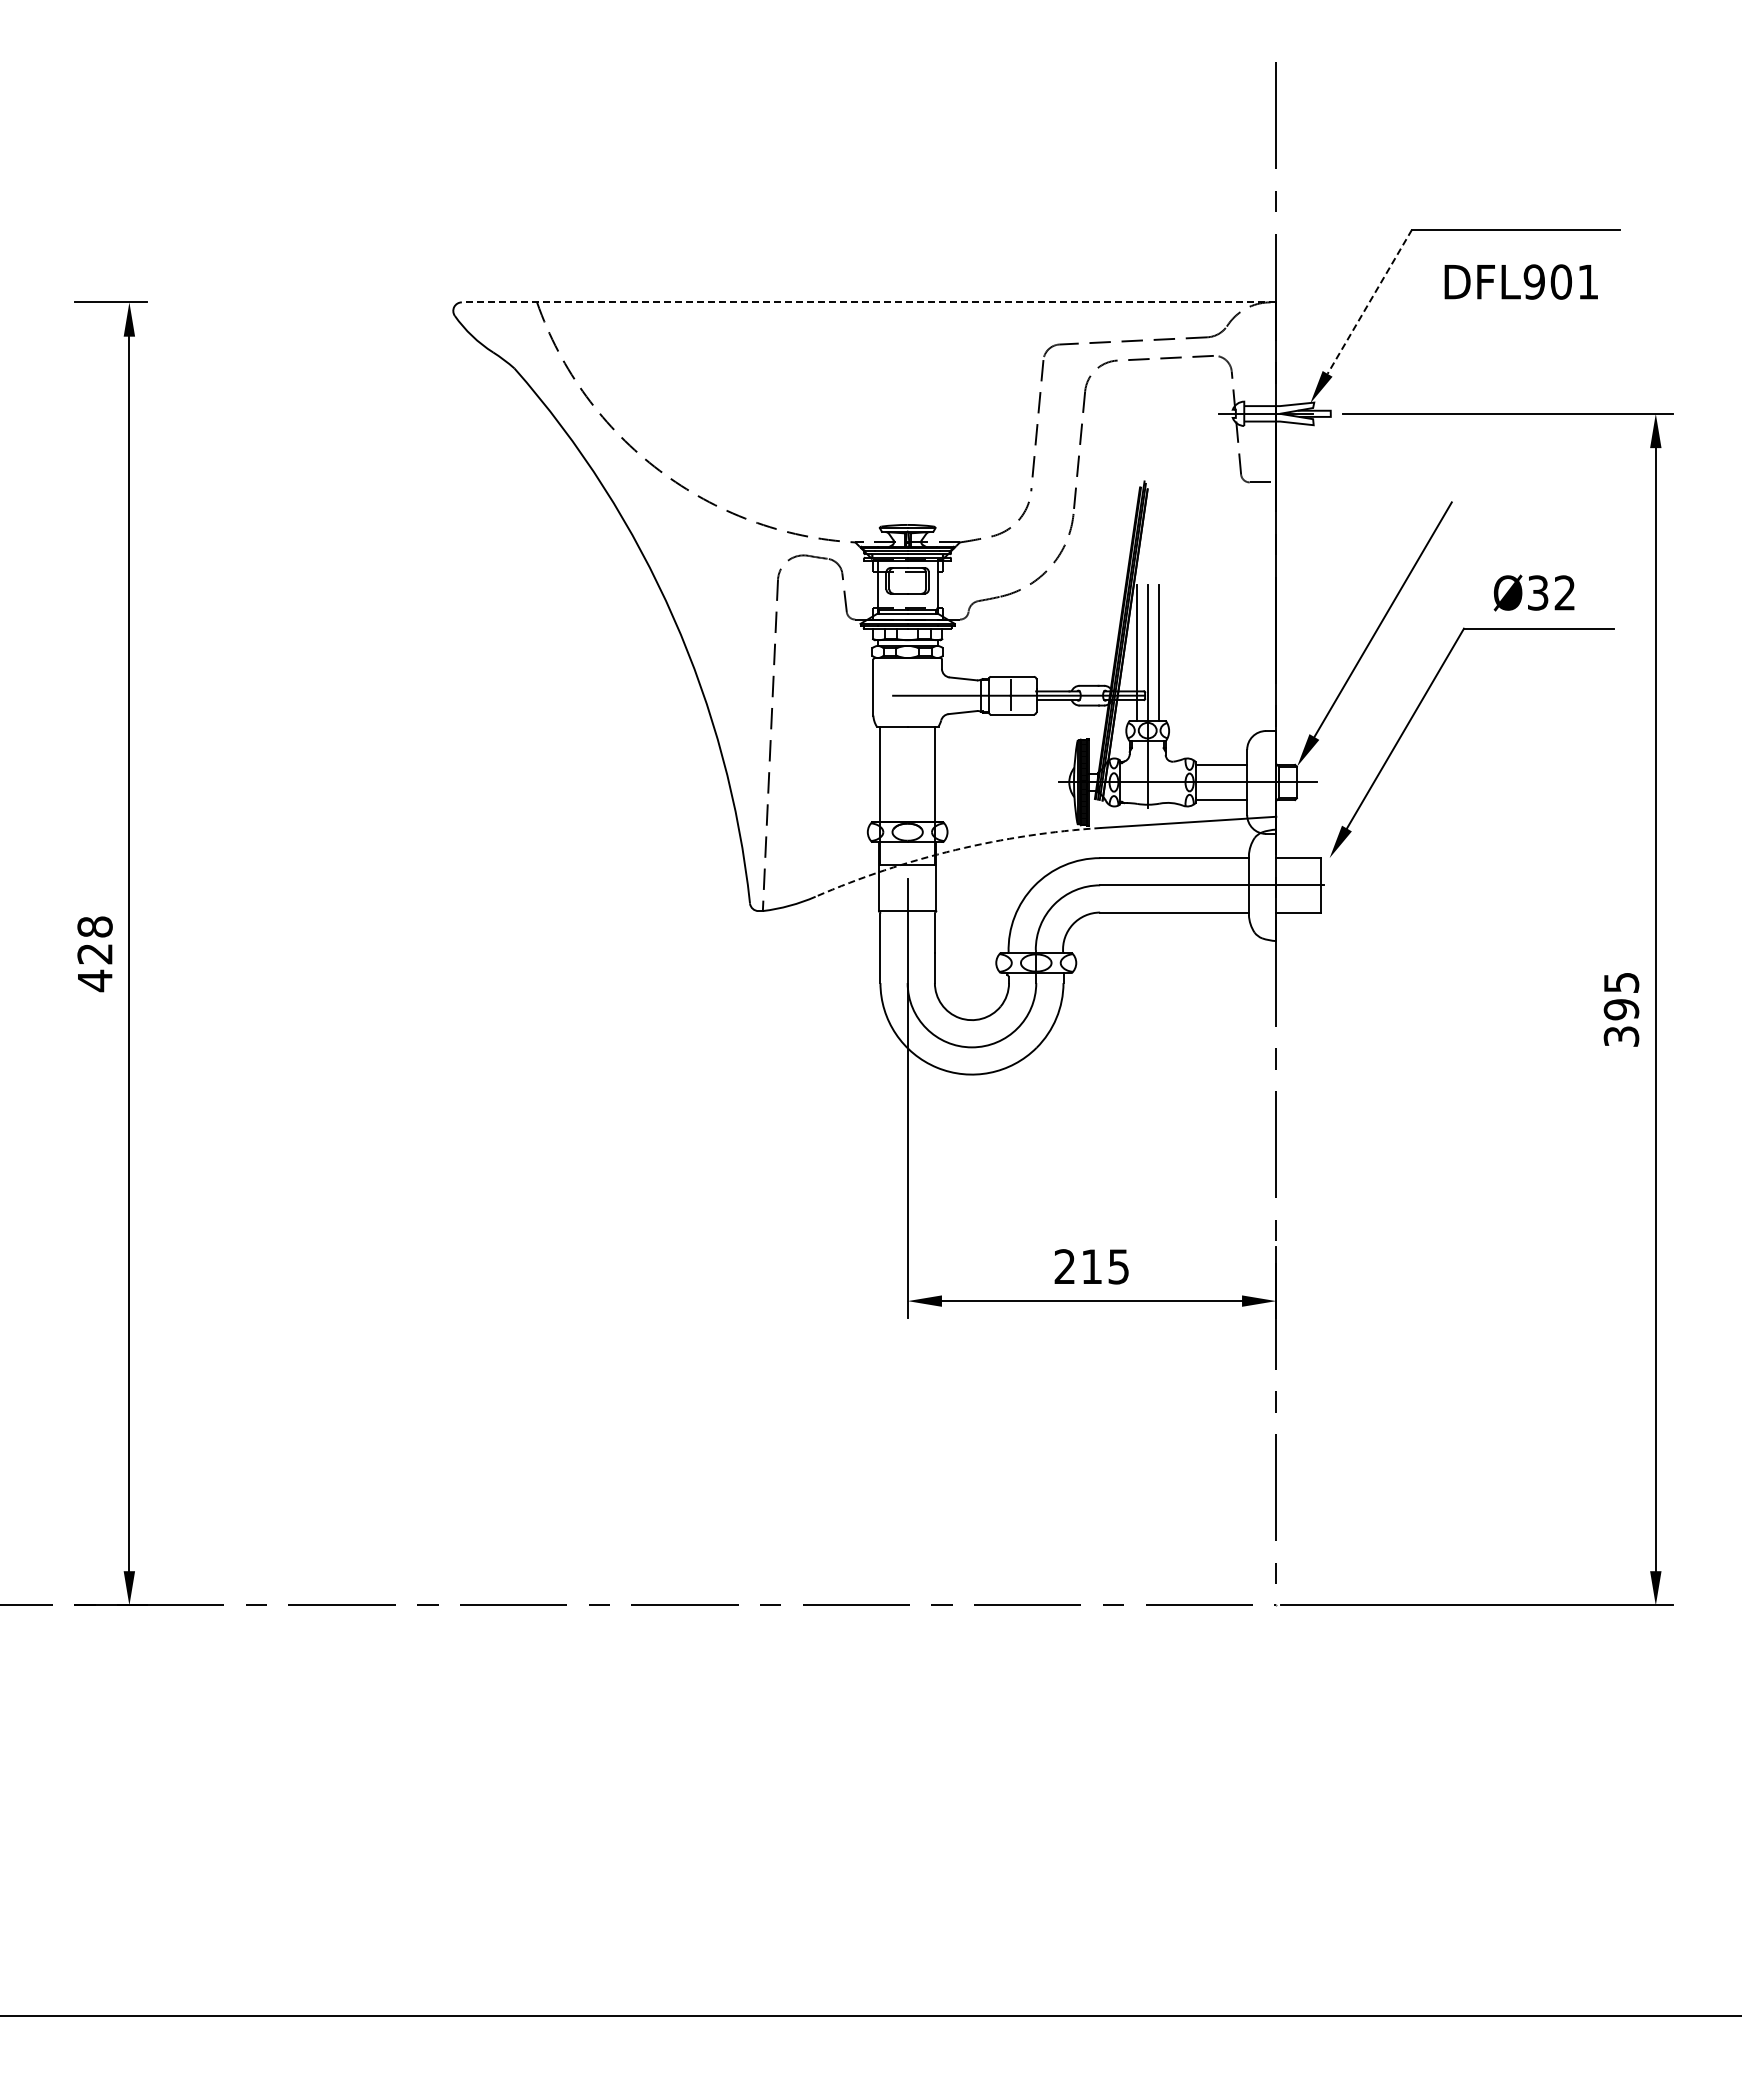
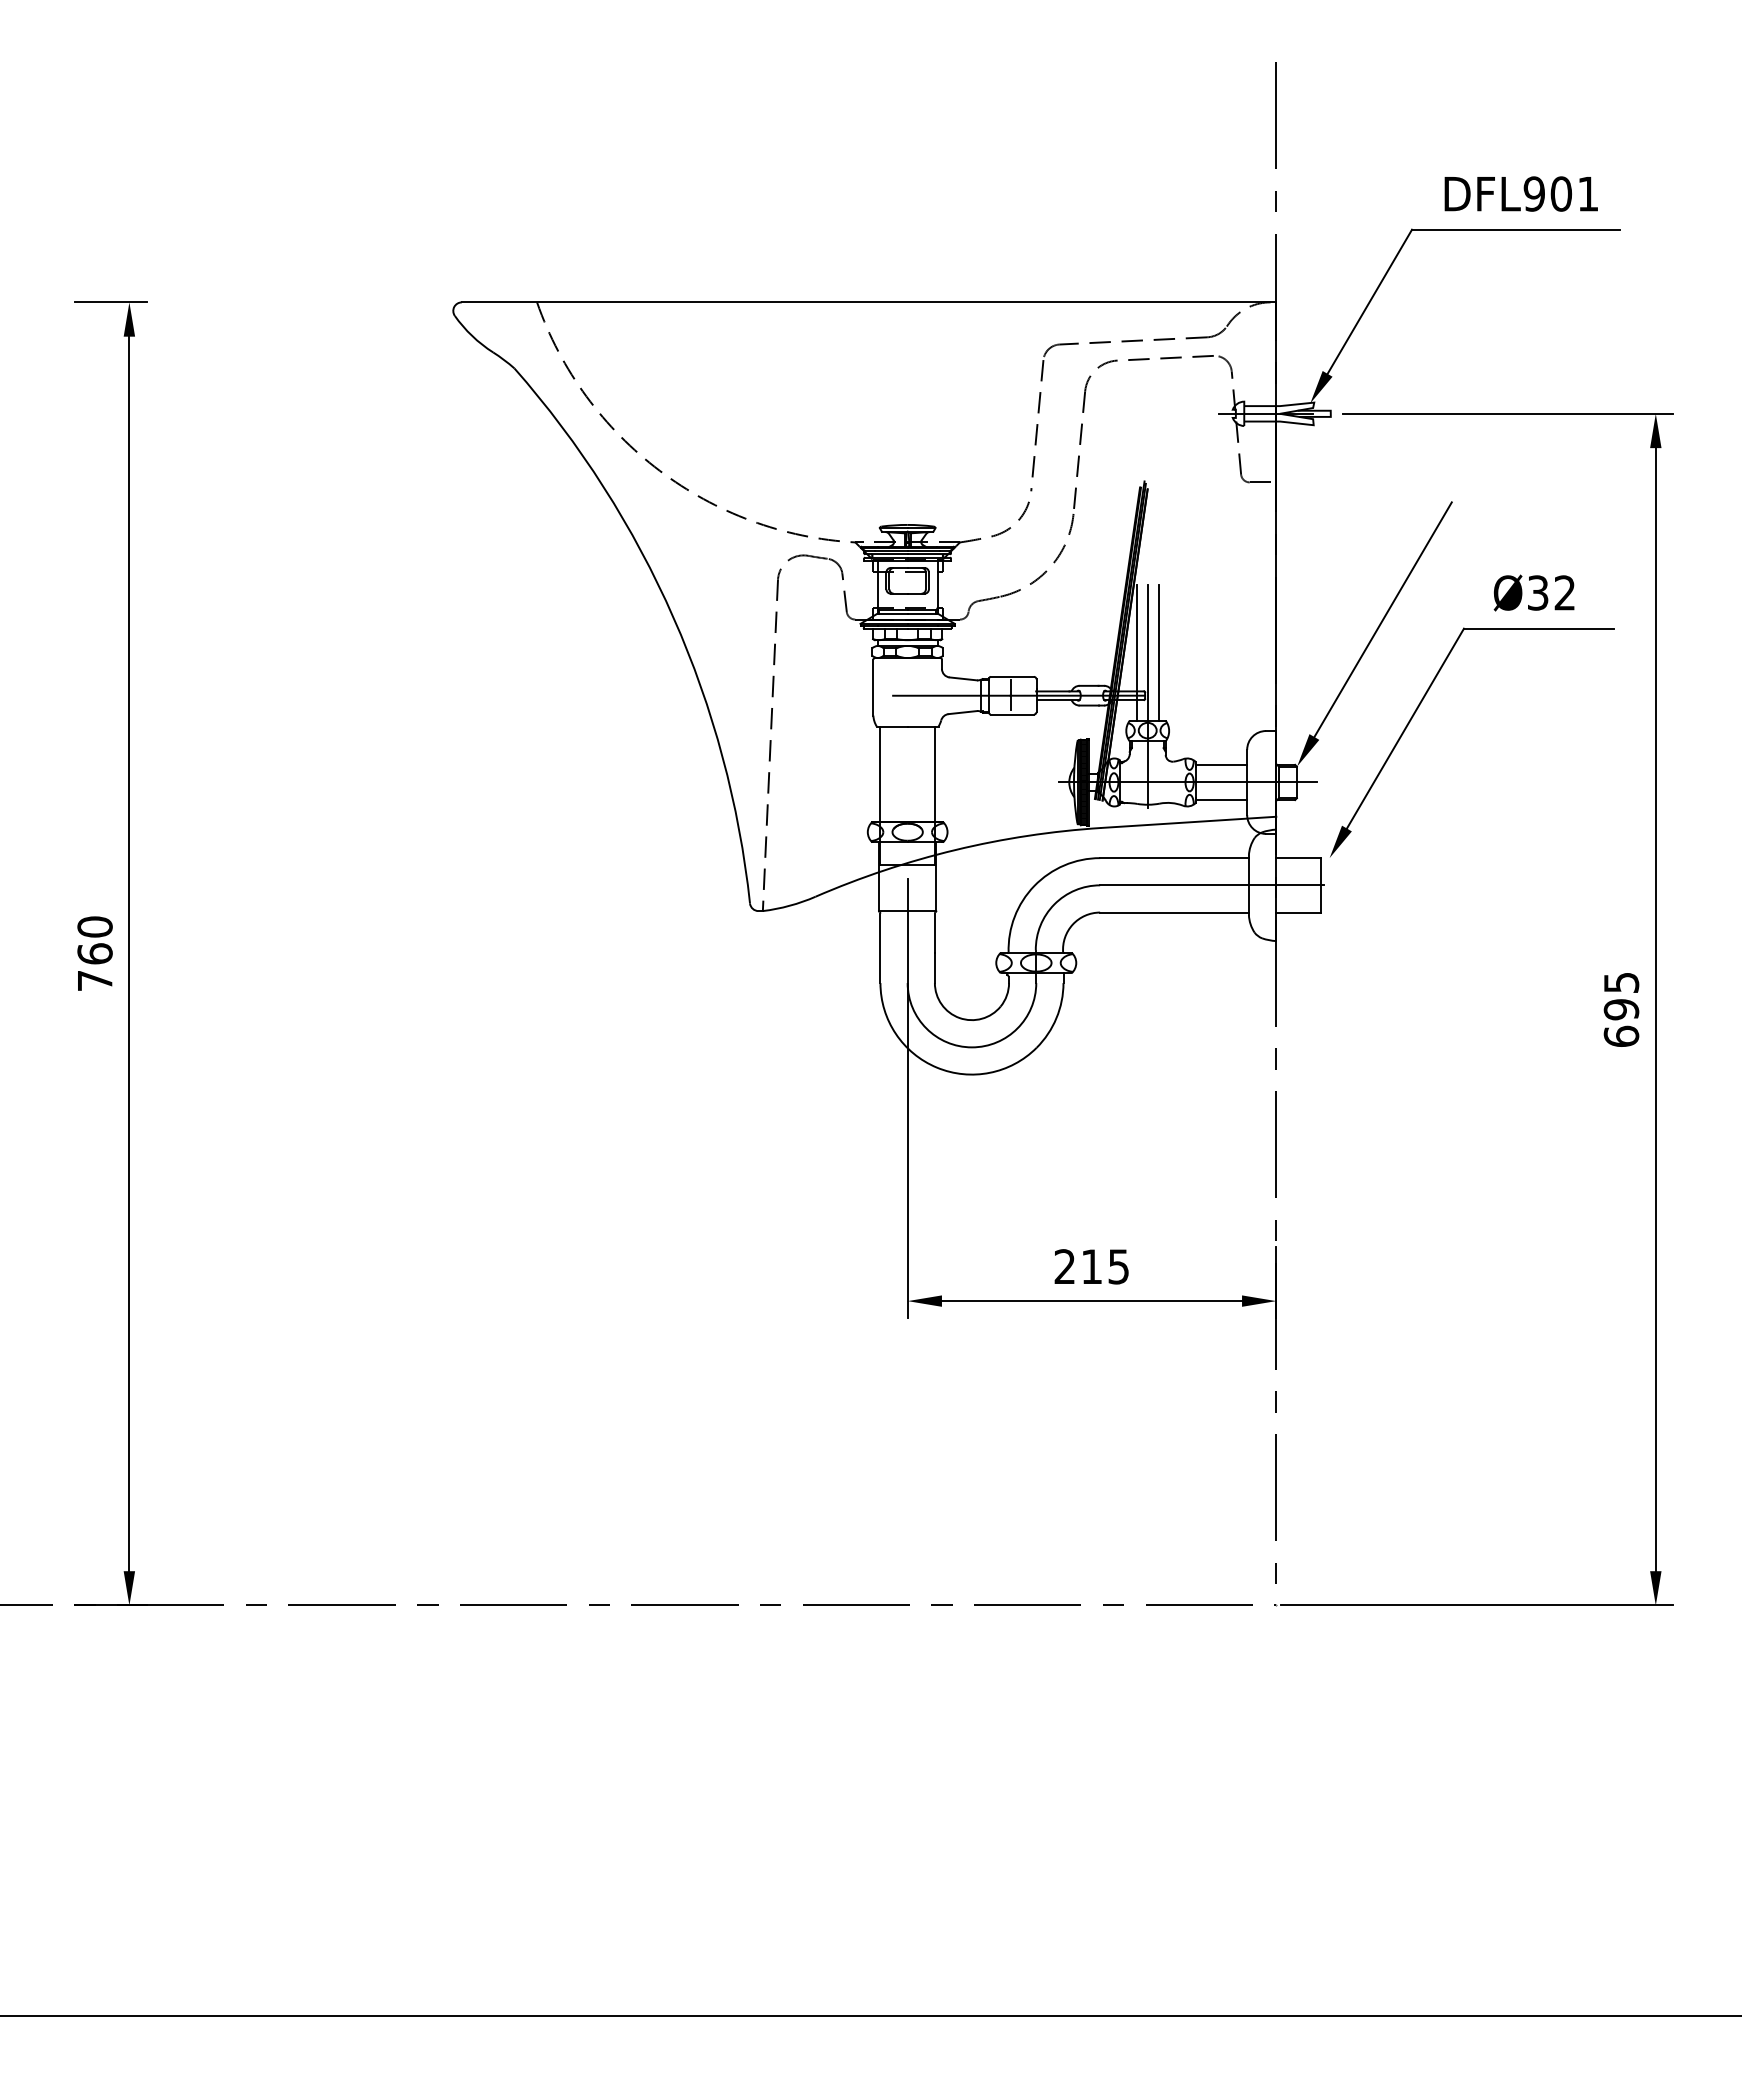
text at (1520, 281) position: (1520, 281) -> (1520, 193)
line at (1369, 301): dashed -> solid
line at (868, 302): dashed -> solid
arc at (955, 850): dashed -> solid
text at (94, 954): 428 -> 760
text at (1621, 1035): 395 -> 695
